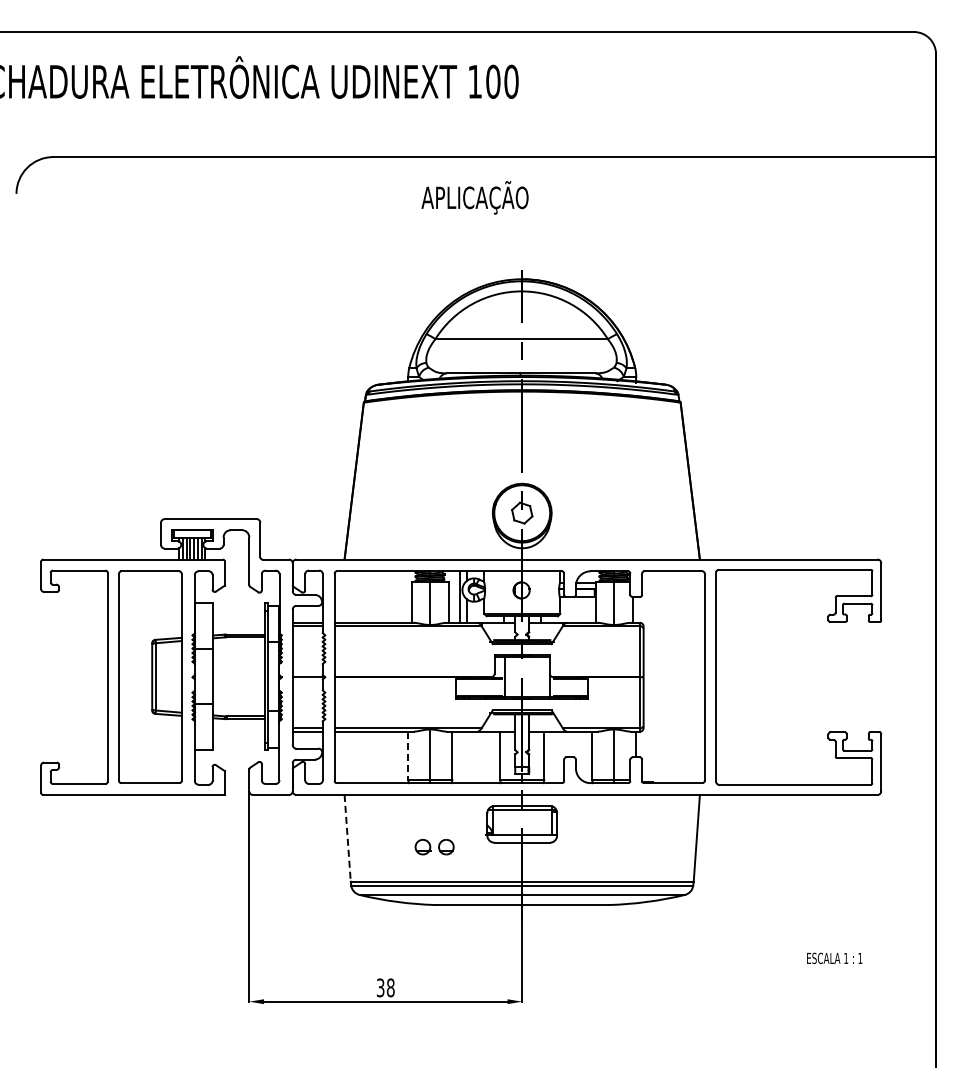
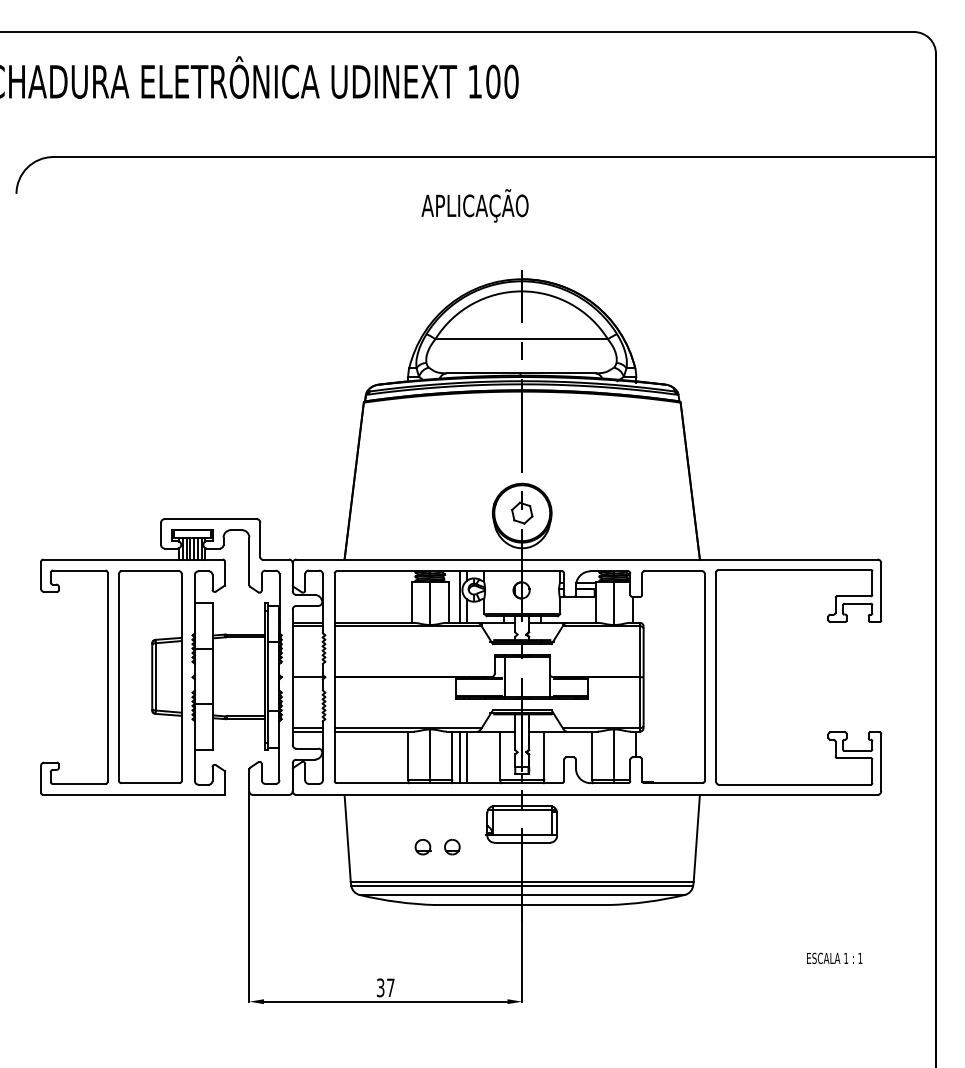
text at (474, 197) position: (474, 197) -> (474, 205)
line at (408, 756): dashed -> solid
line at (460, 757): none -> present
line at (466, 757): none -> present
line at (347, 838): dashed -> solid
part at (446, 847) position: (446, 847) -> (452, 847)
text at (390, 987): 38 -> 37
